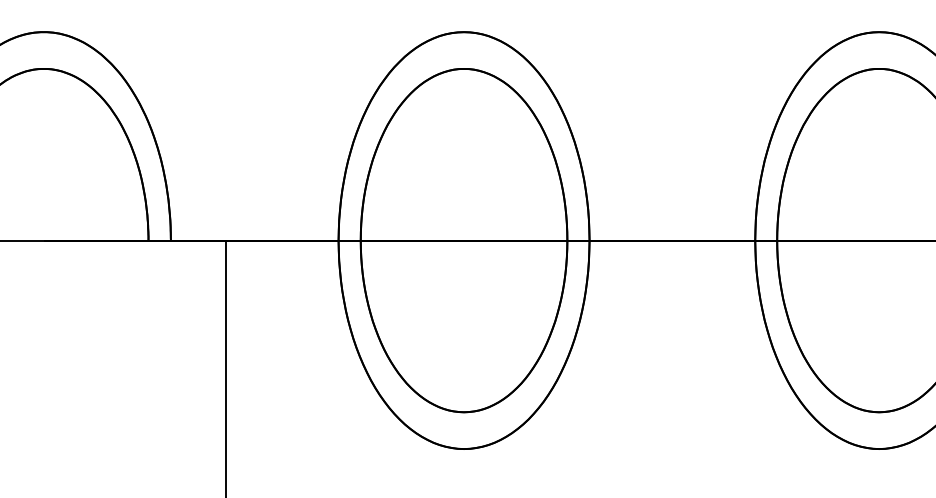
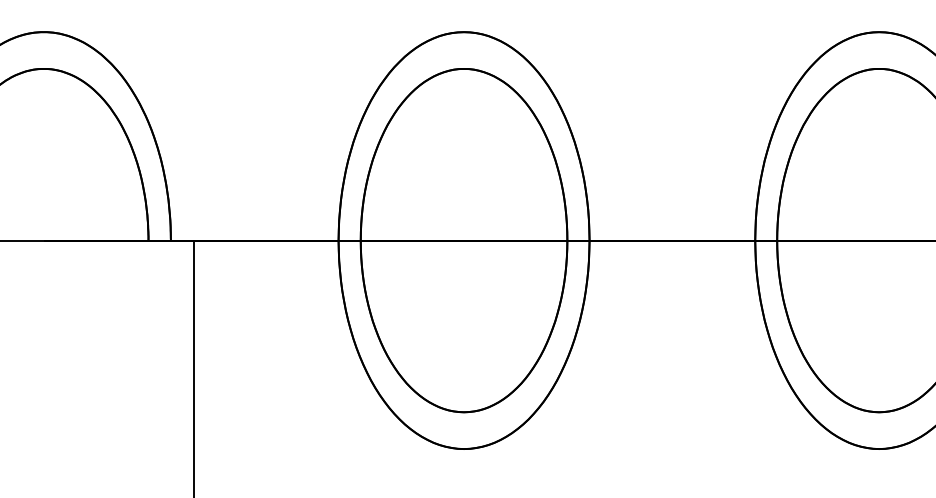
line at (226, 367) position: (226, 367) -> (194, 367)
